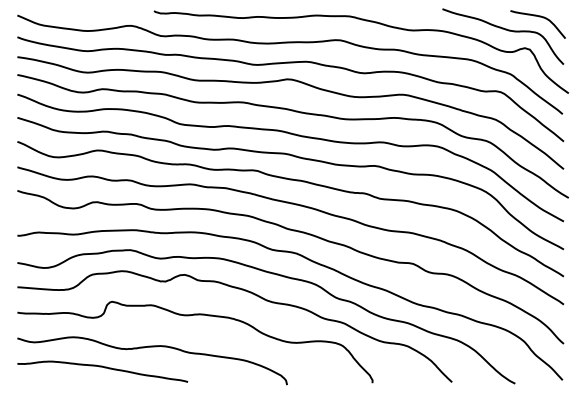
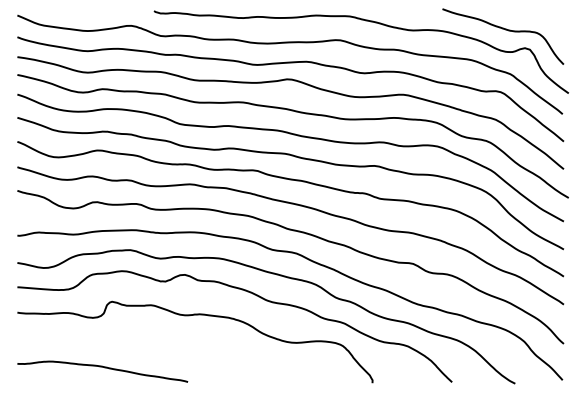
curve at (539, 17): present -> none
curve at (152, 347): present -> none
